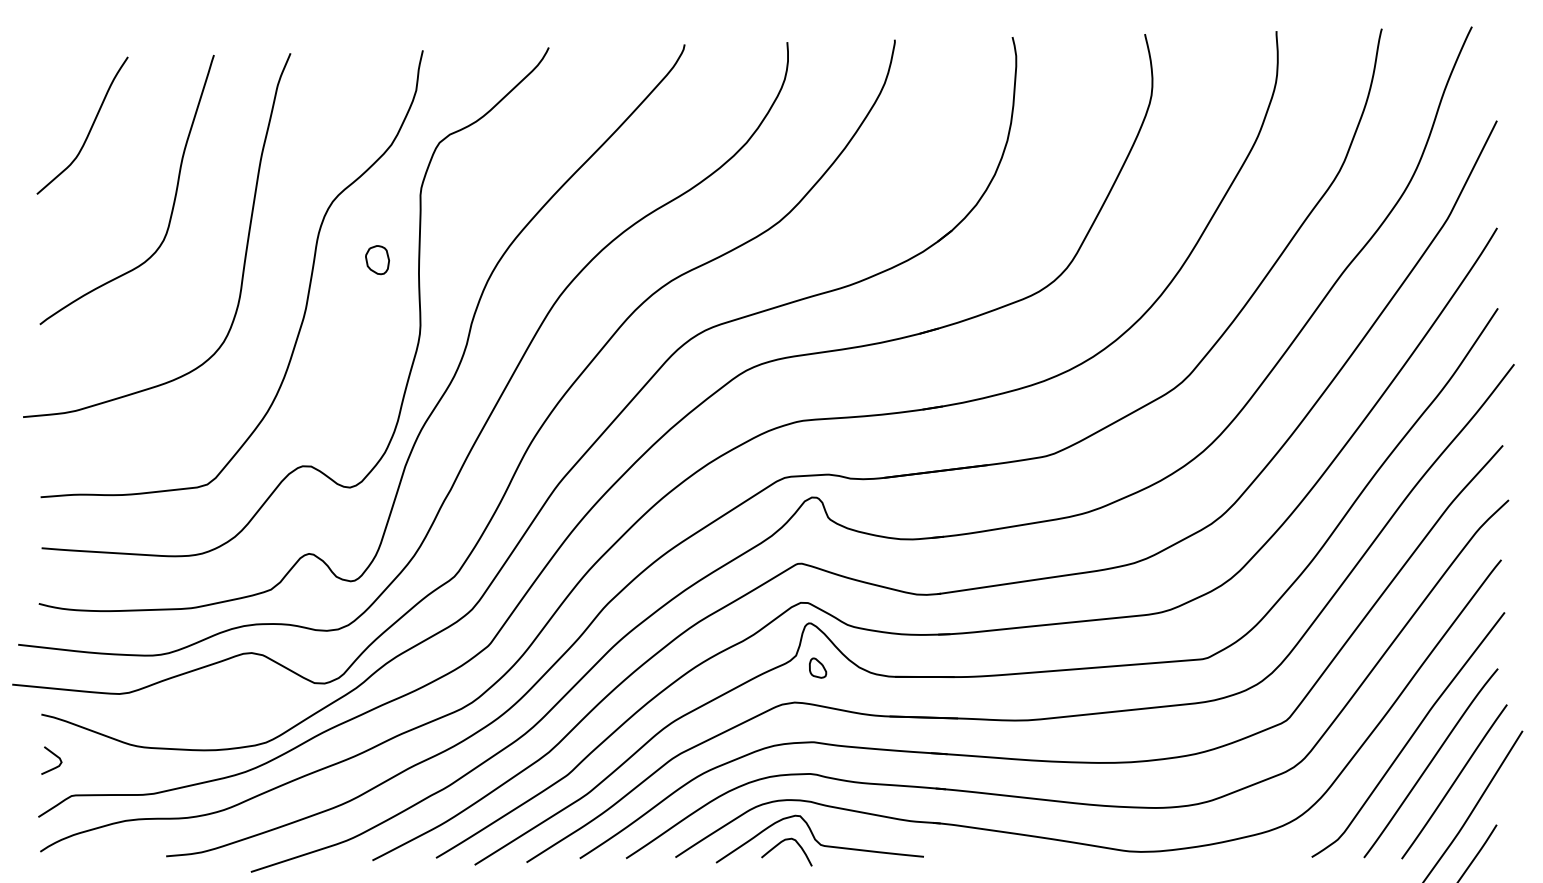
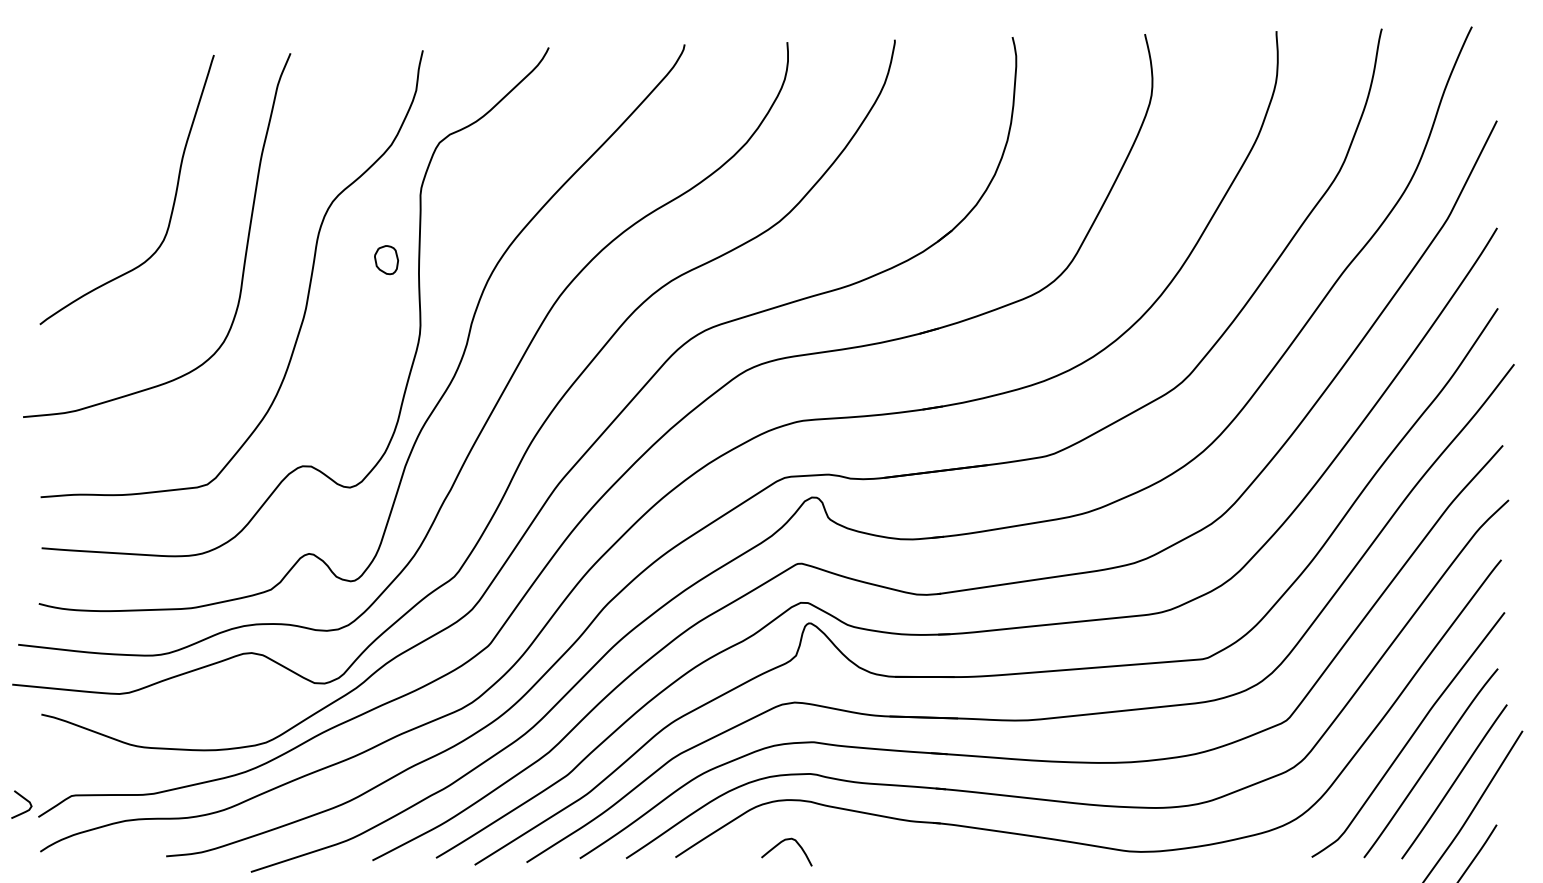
curve at (89, 129): present -> none
part at (377, 260) position: (377, 260) -> (386, 260)
part at (818, 667): present -> none
curve at (55, 756) position: (55, 756) -> (25, 800)
curve at (817, 840): present -> none
